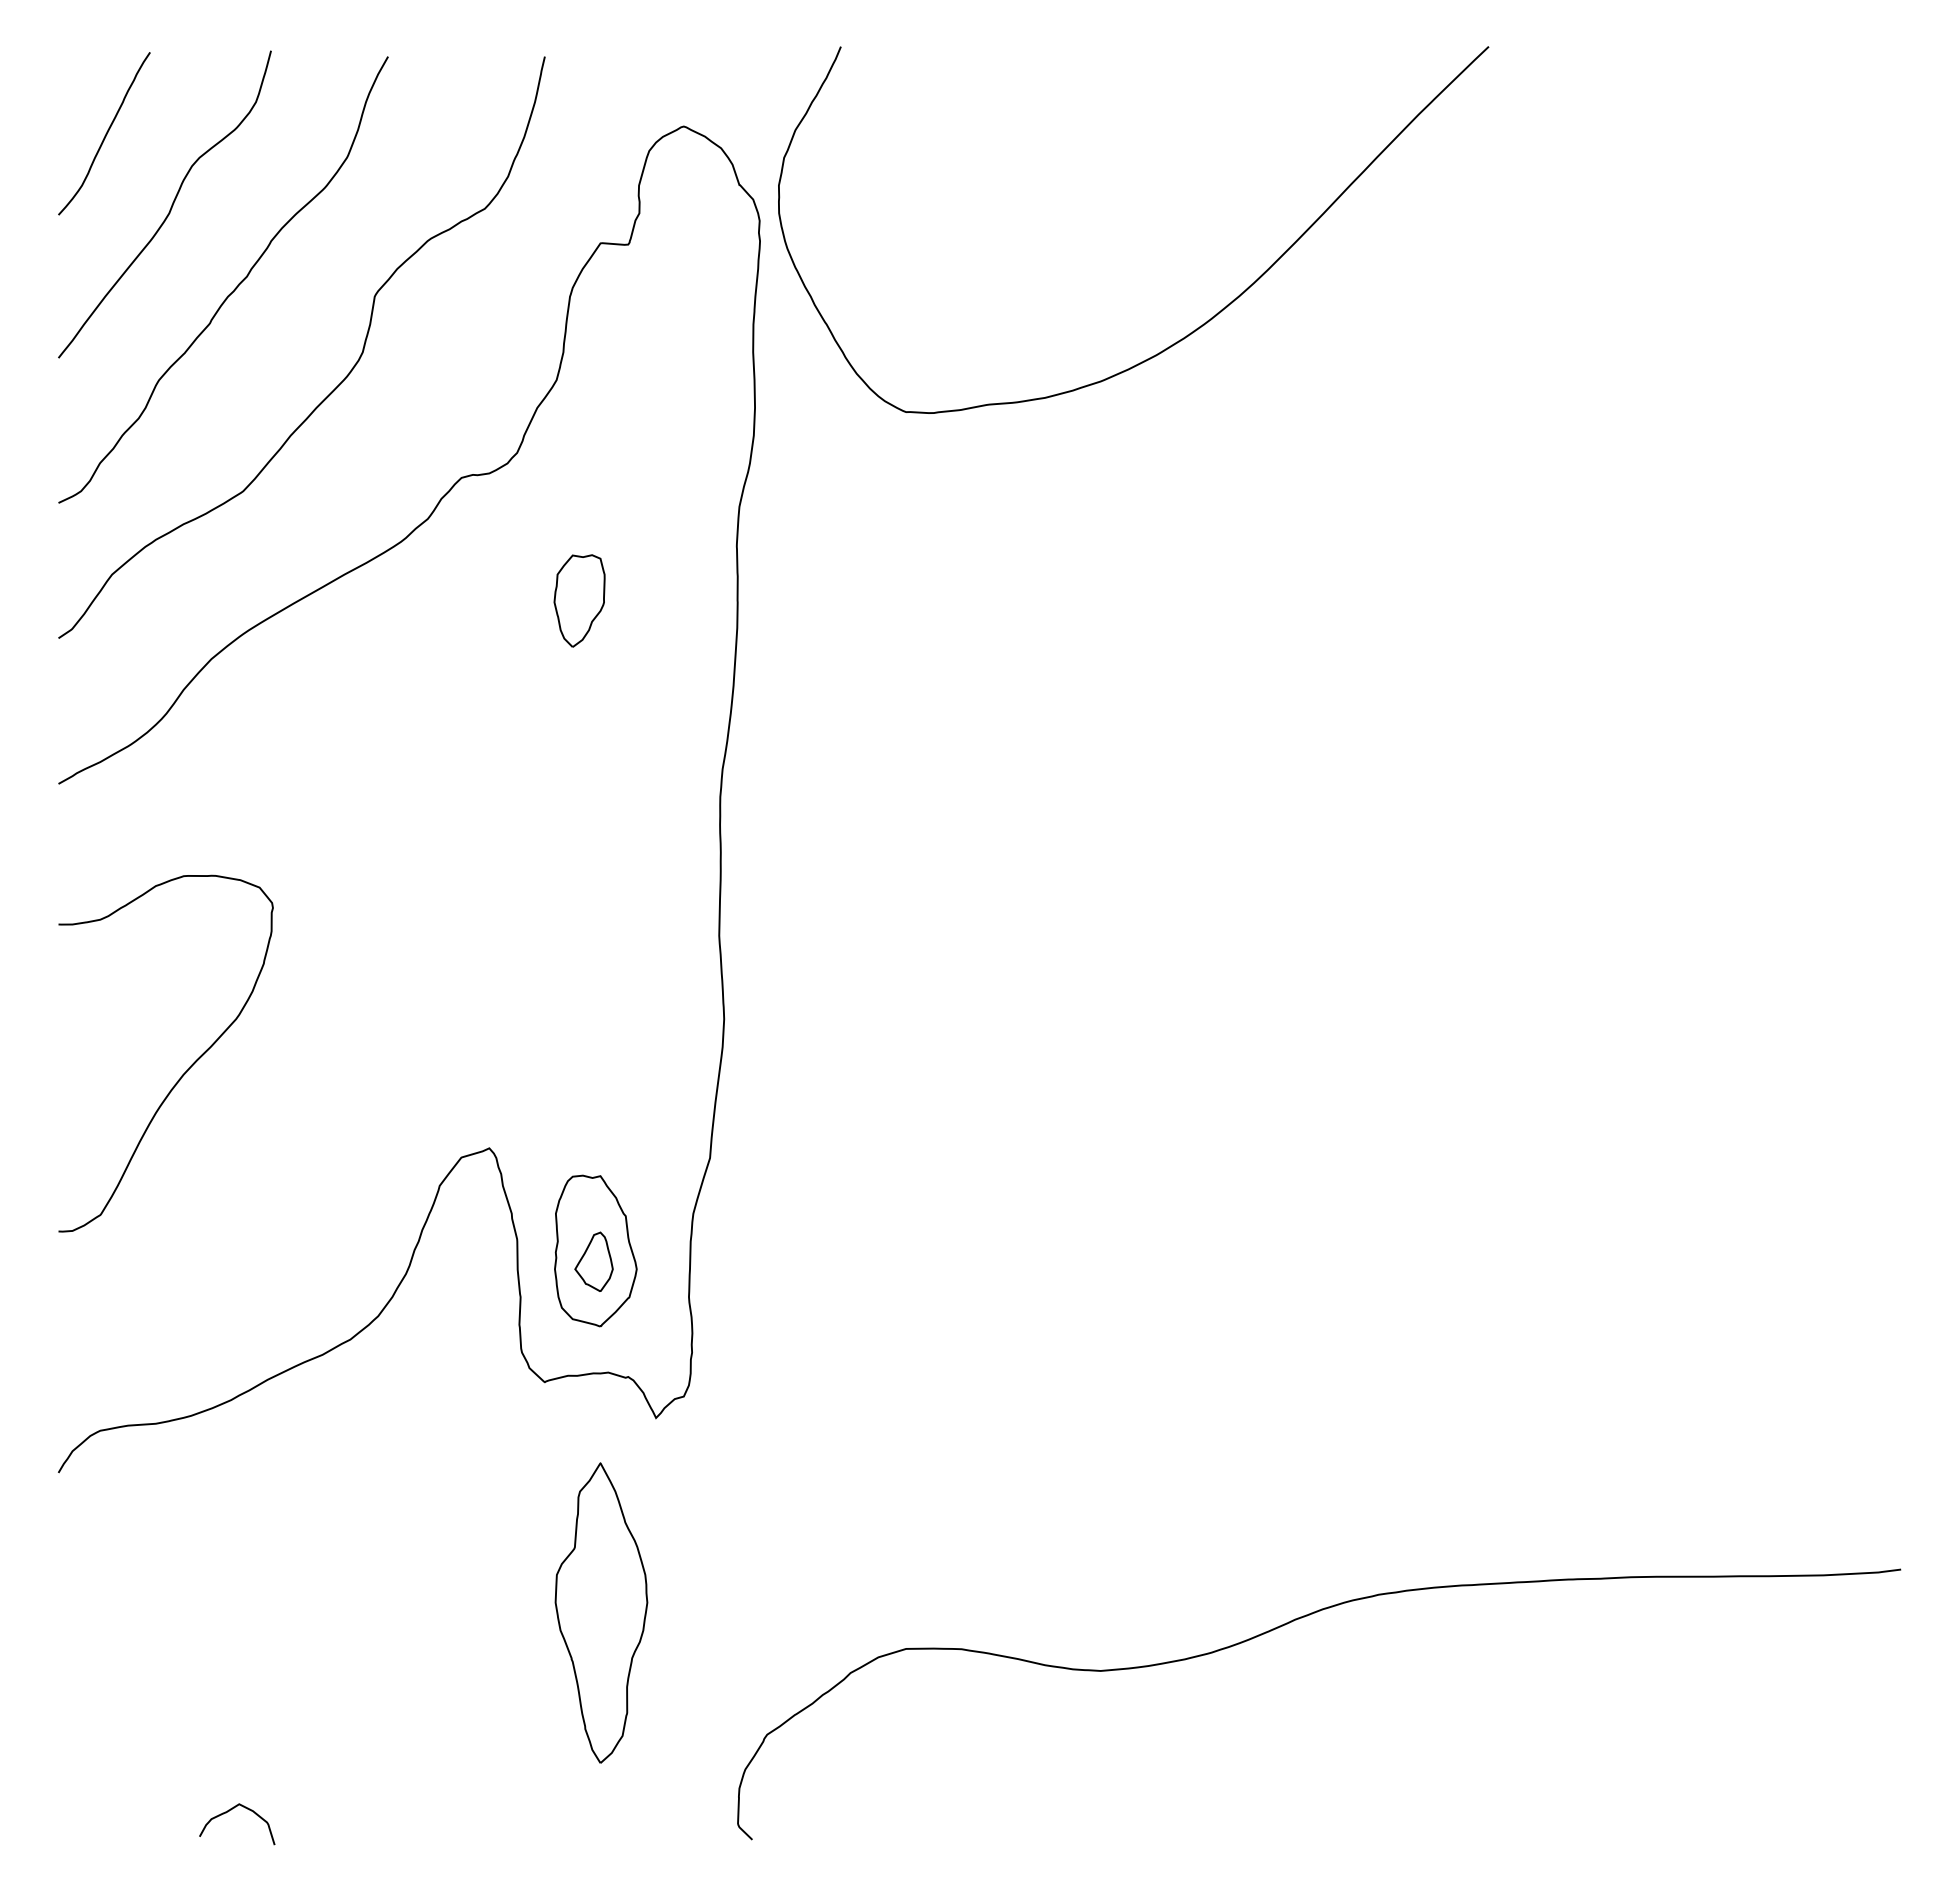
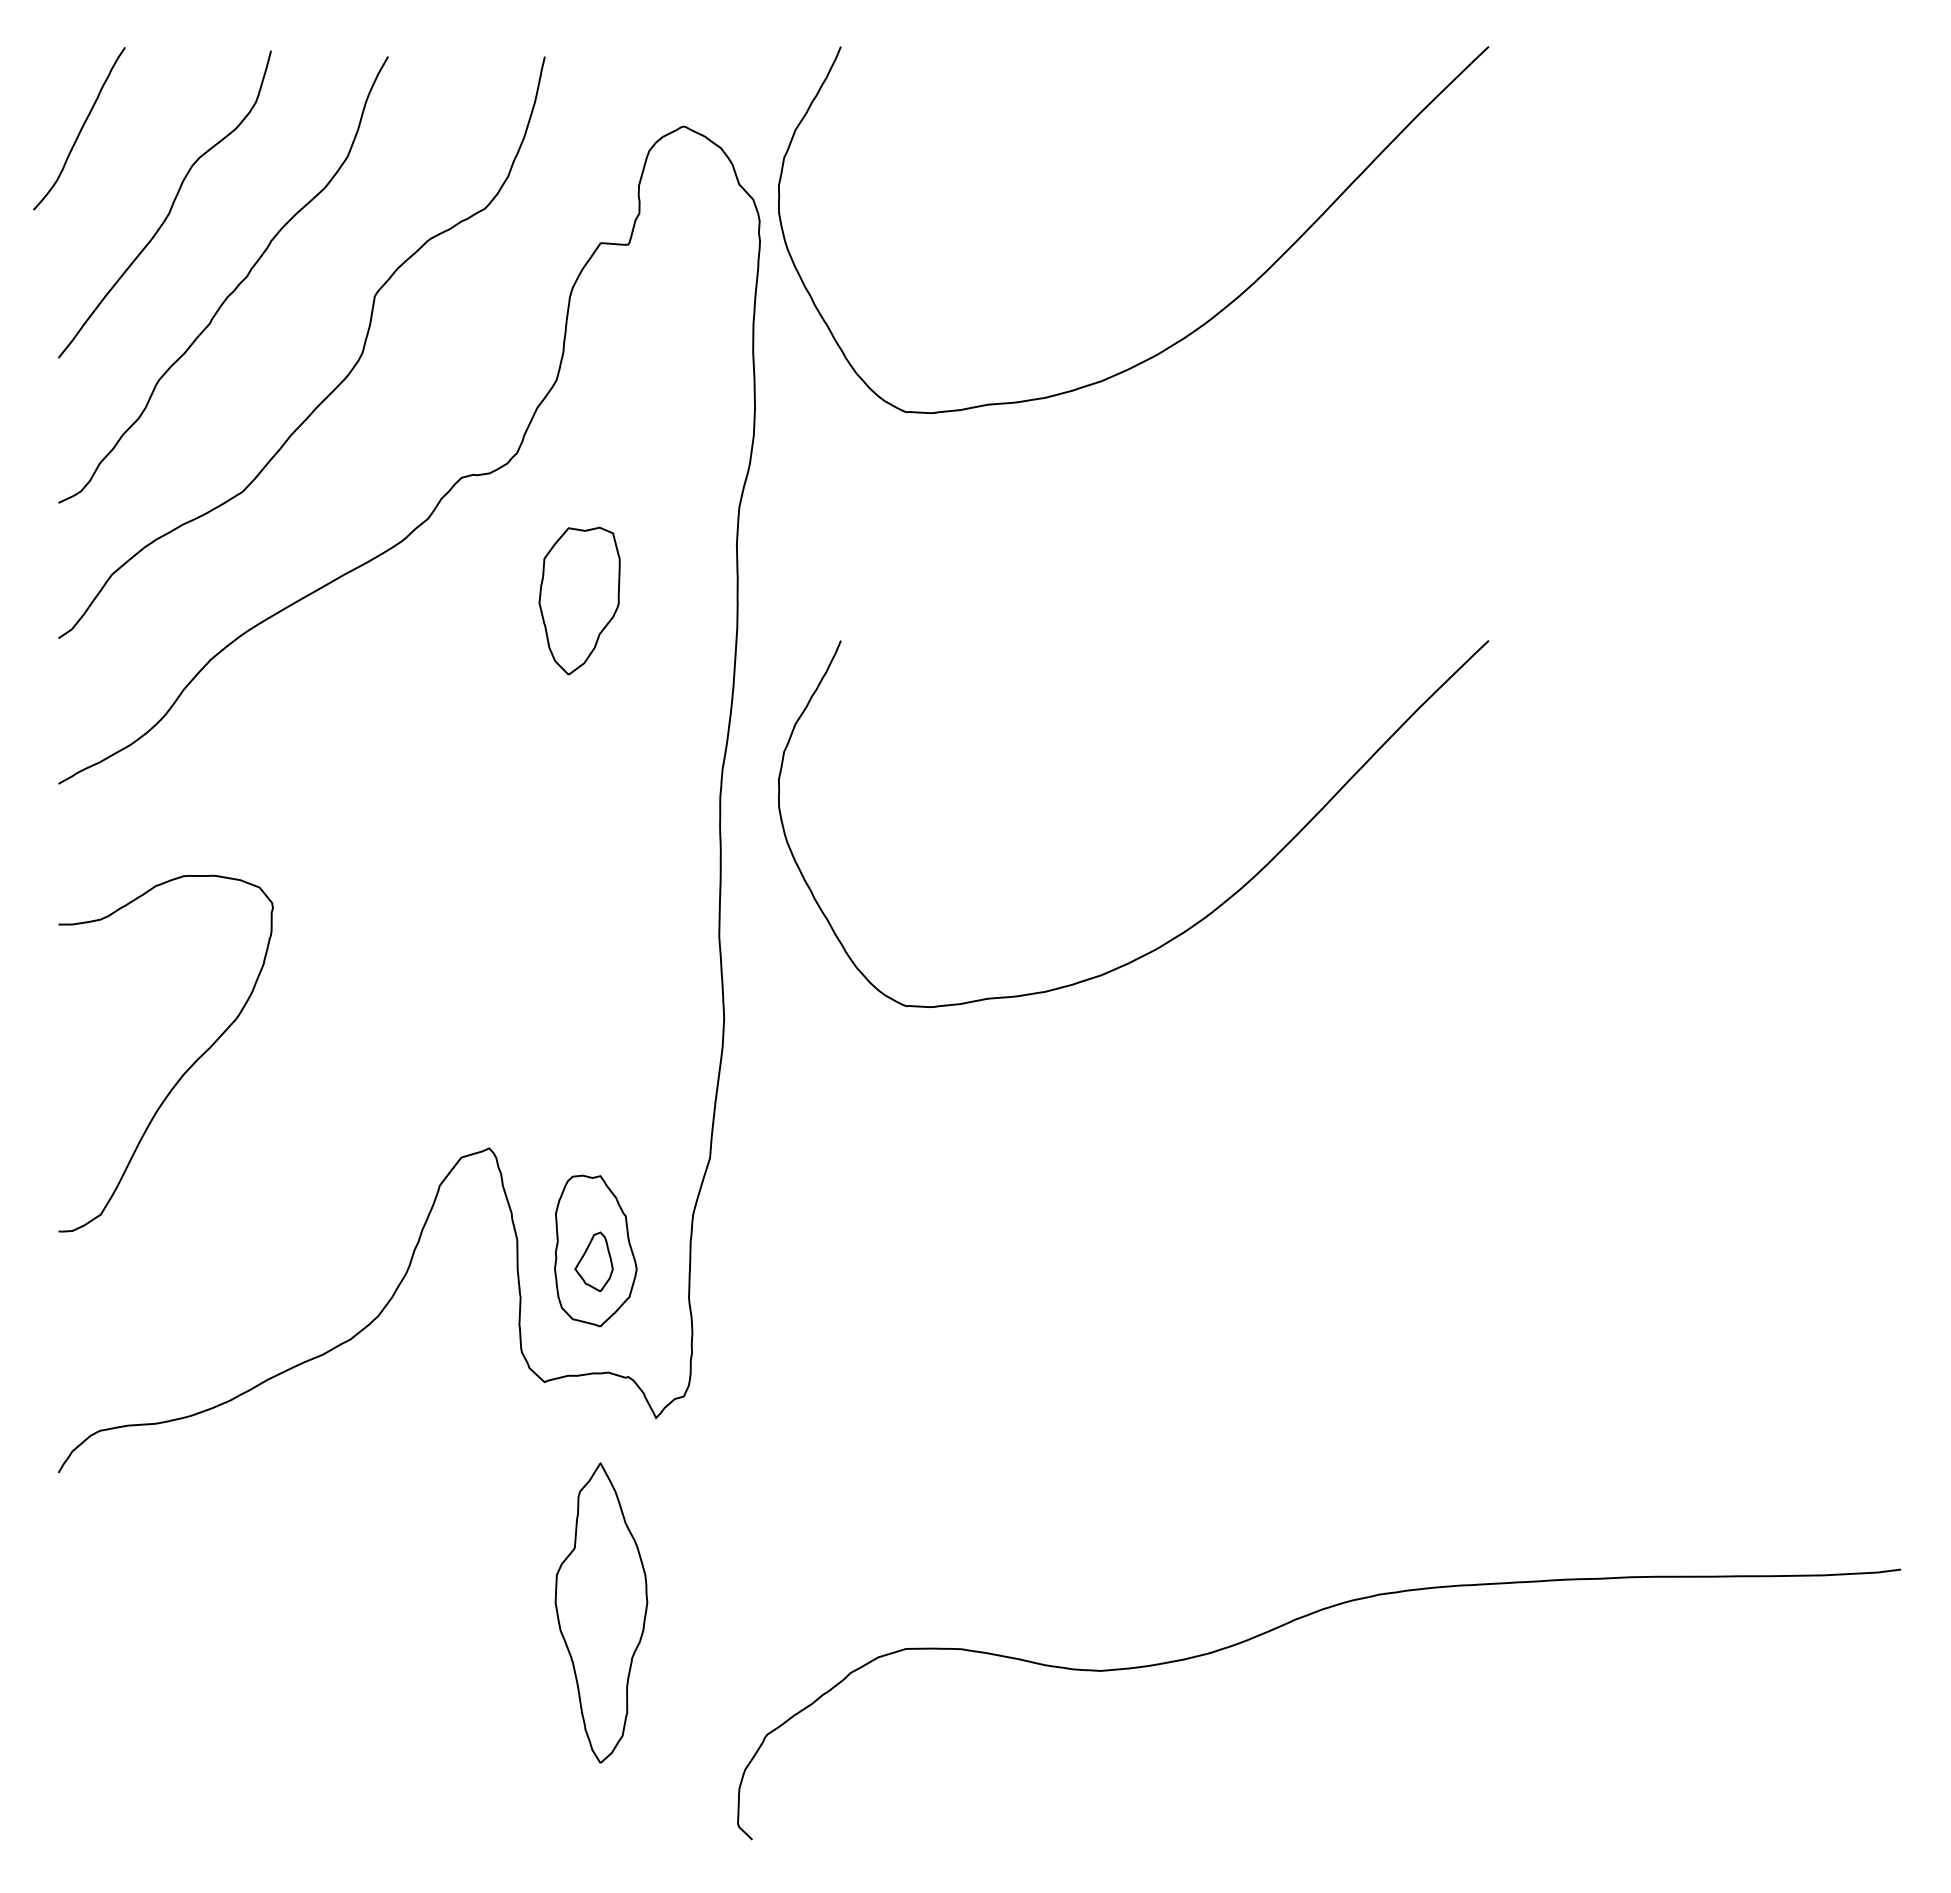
curve at (105, 133) position: (105, 133) -> (80, 128)
part at (579, 600) size: 53x94 px -> 83x150 px
curve at (1197, 921): none -> present
curve at (231, 1810): present -> none
